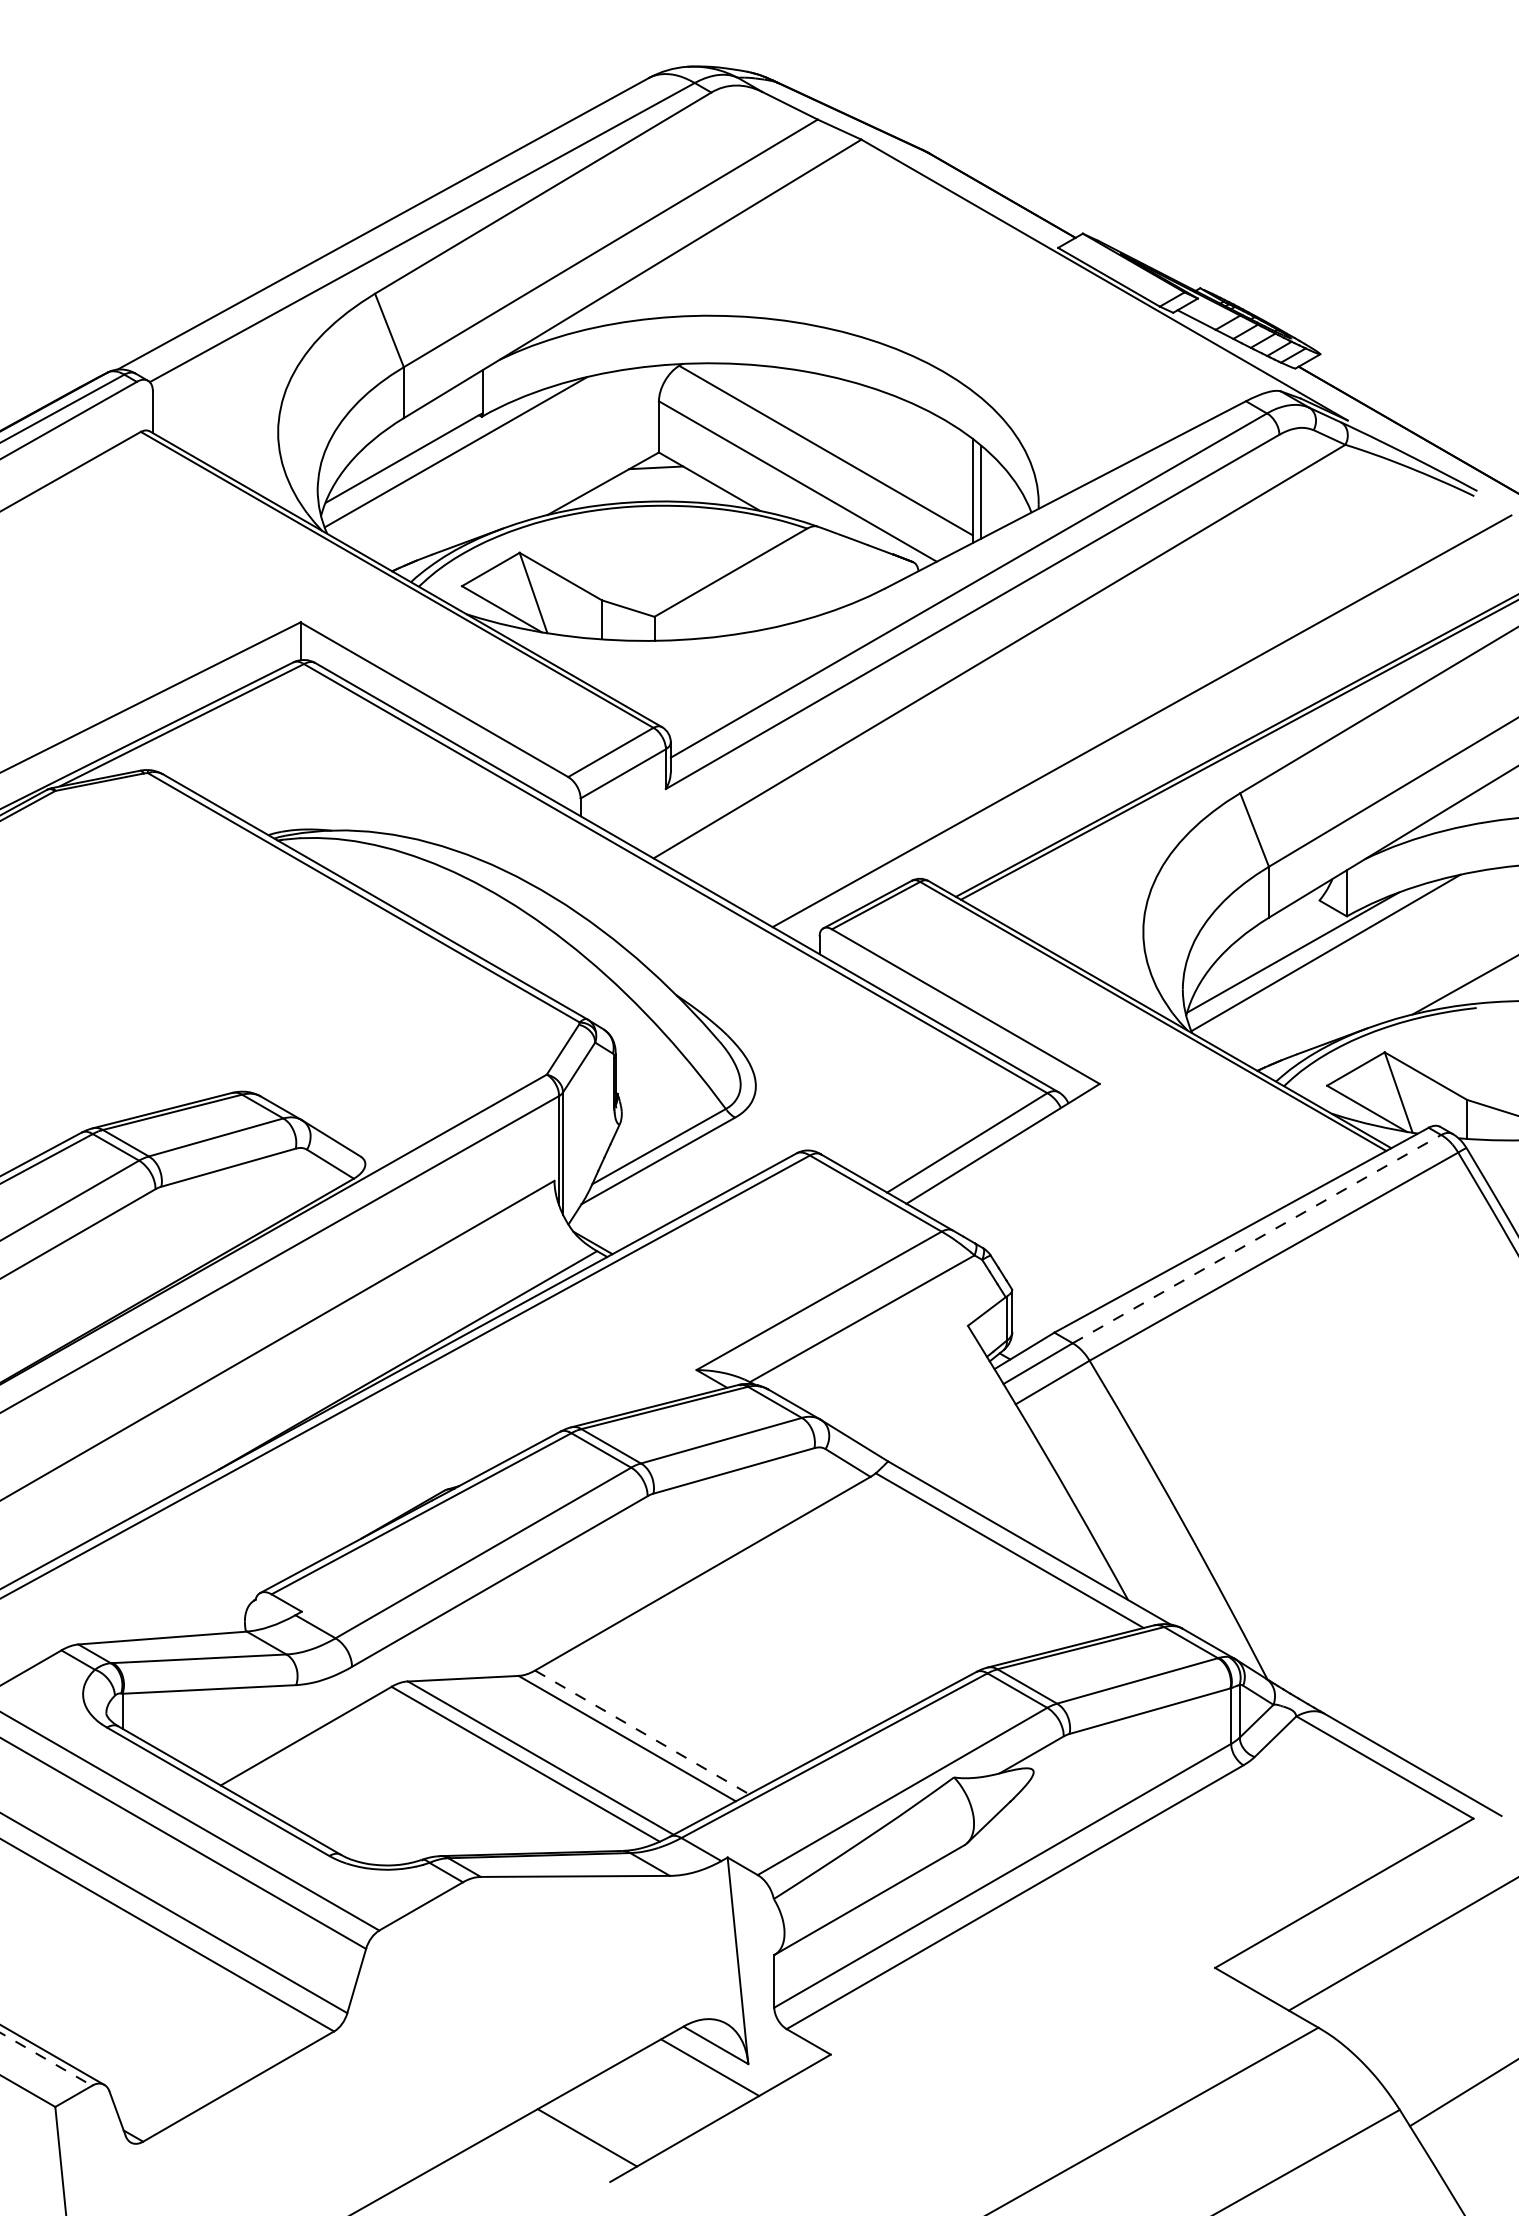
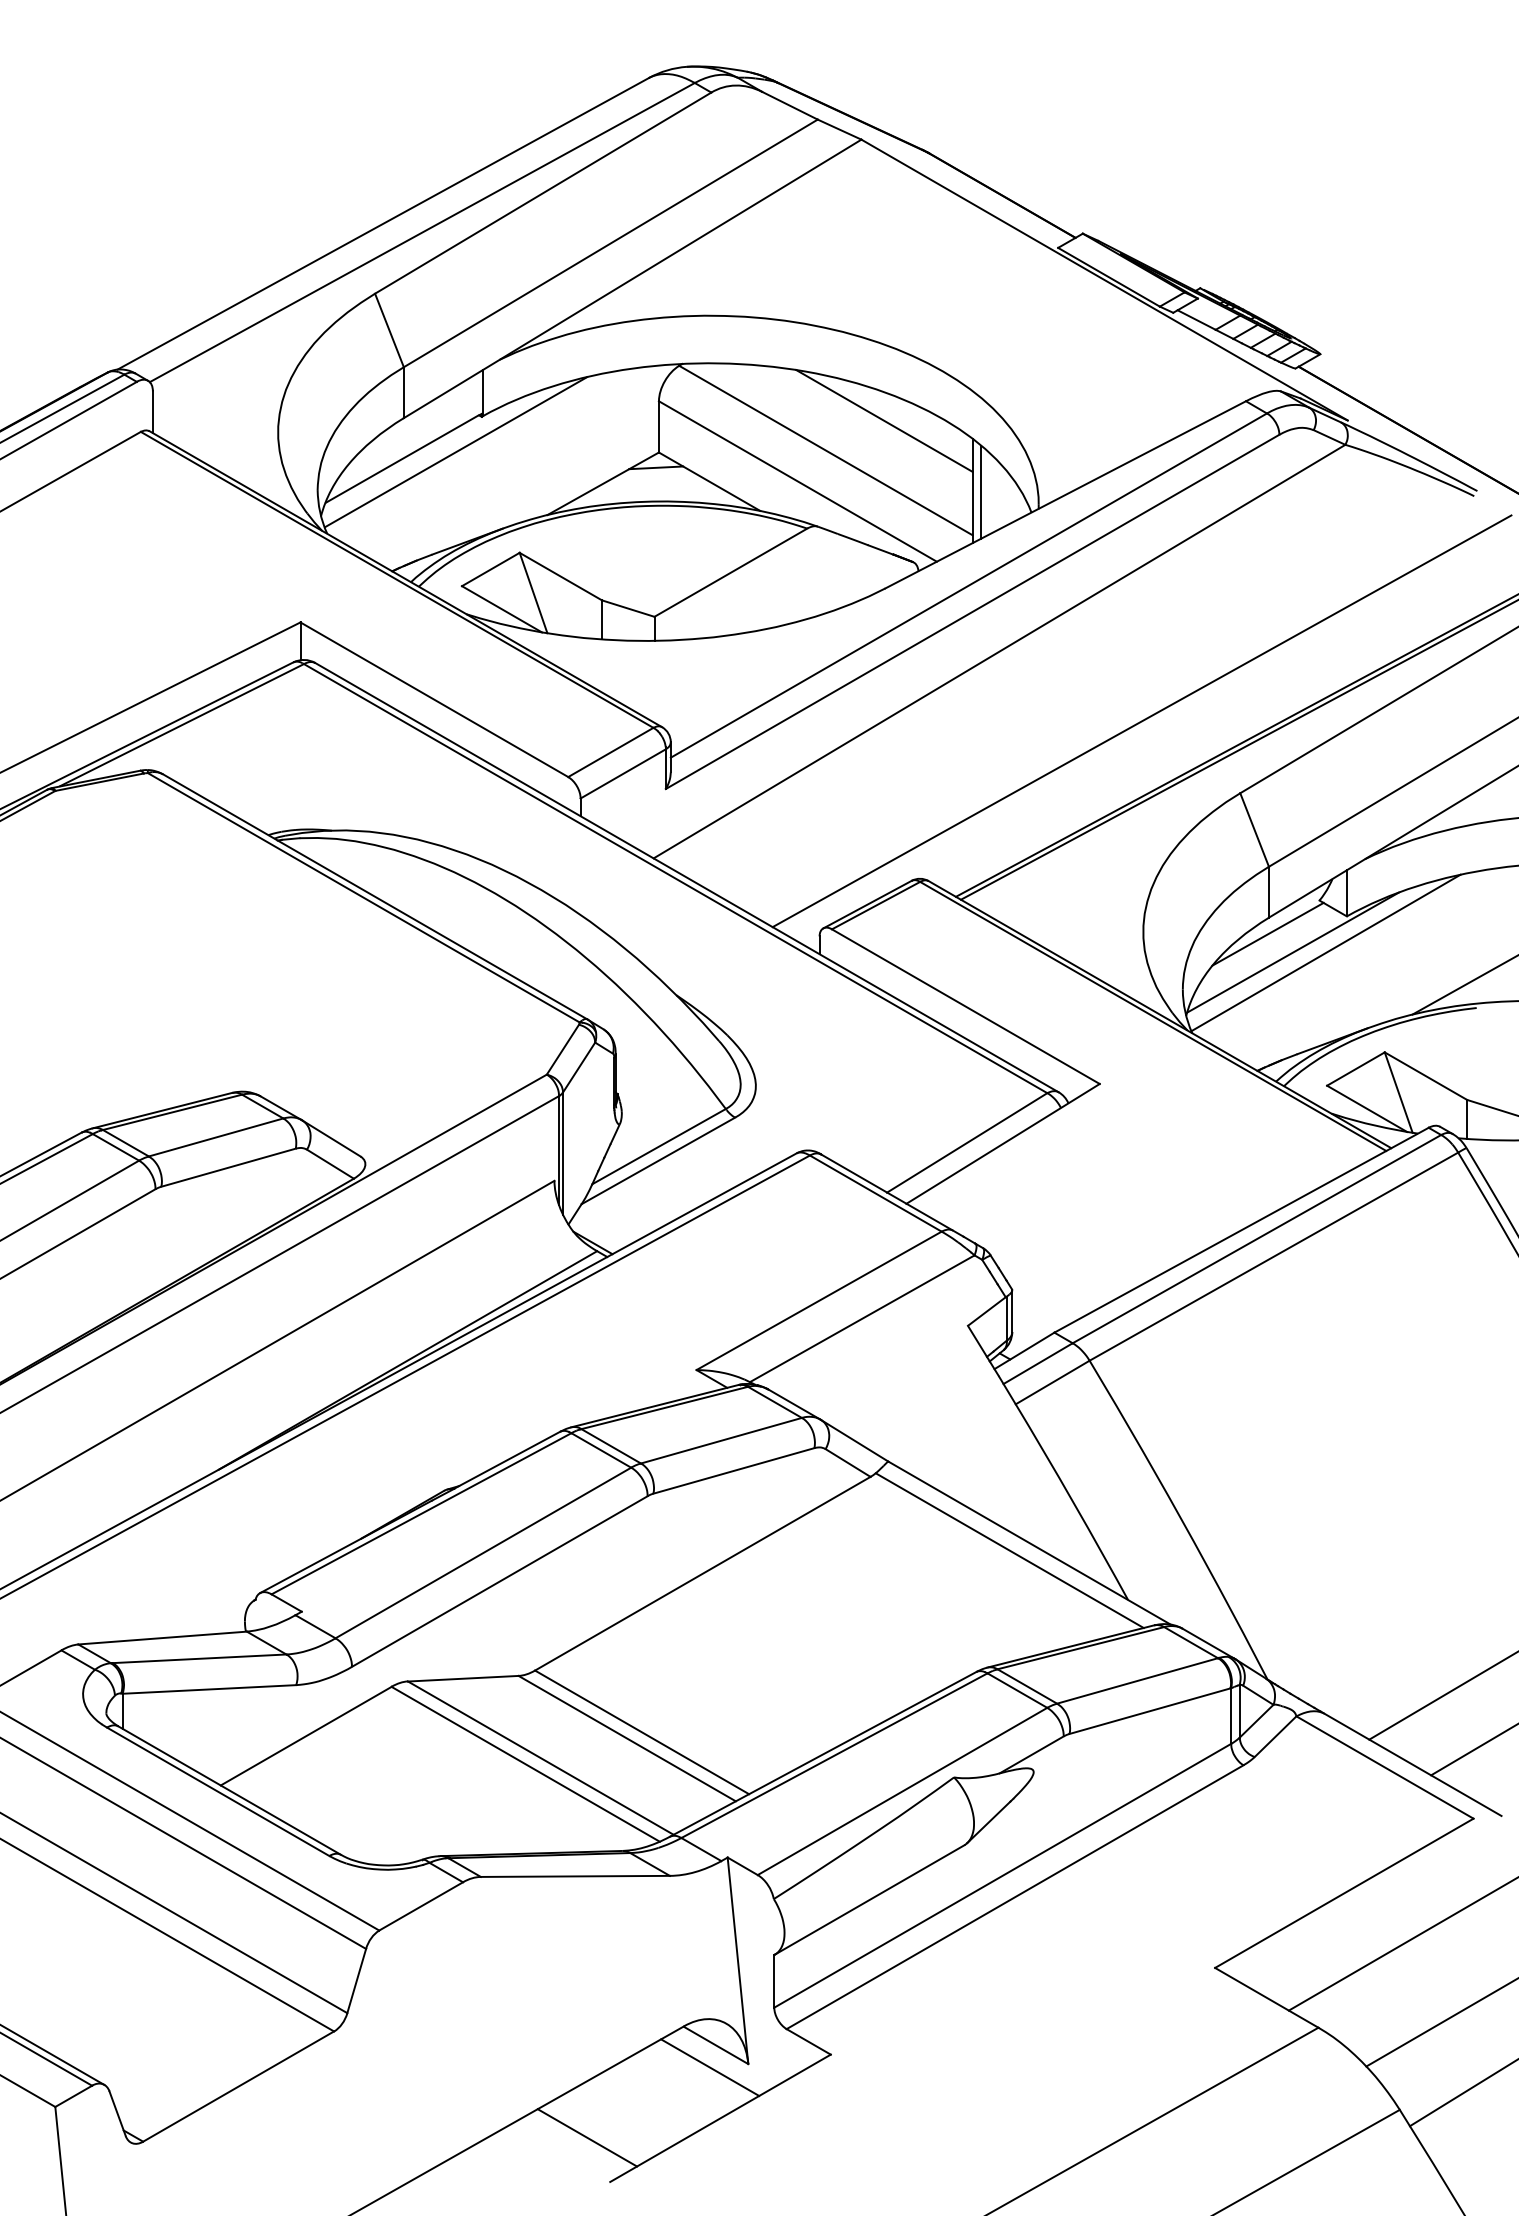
line at (884, 420): none -> present
line at (1267, 933): none -> present
line at (1256, 1239): dashed -> solid
line at (1442, 1696): none -> present
line at (642, 1732): dashed -> solid
line at (1473, 1750): none -> present
line at (1440, 2022): none -> present
line at (46, 2059): dashed -> solid
